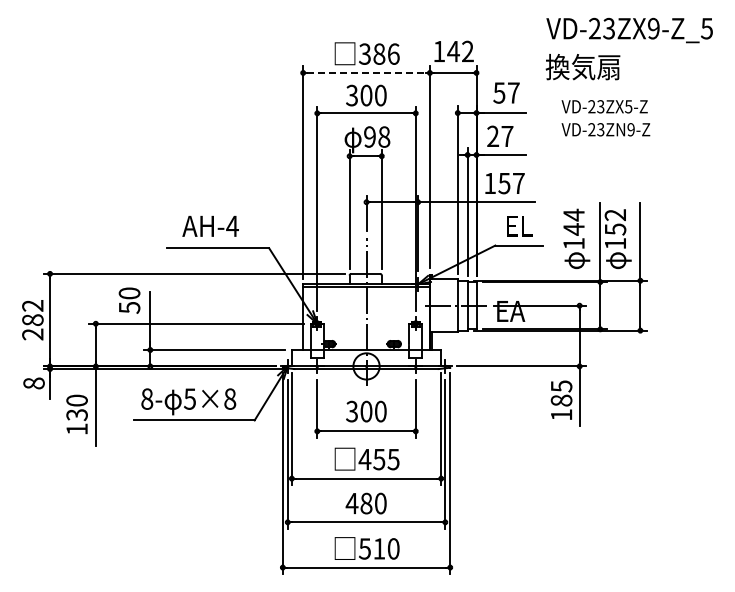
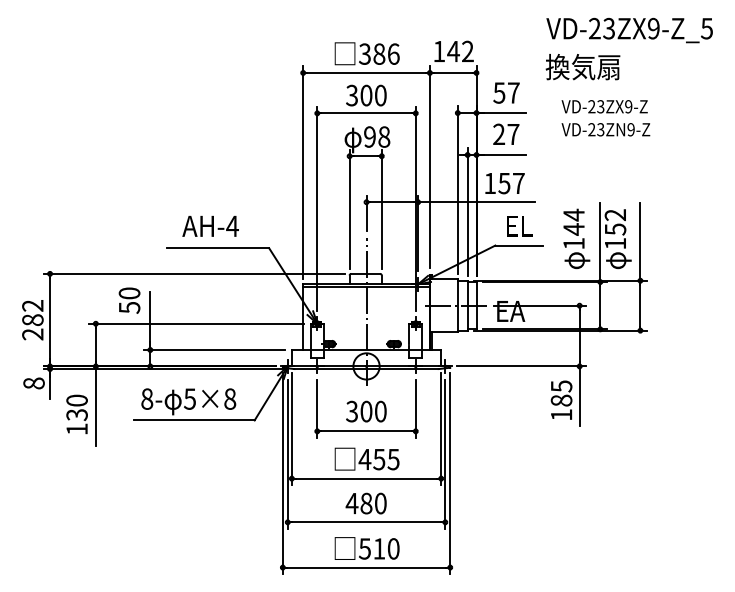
line at (367, 72): dashed -> solid
text at (628, 106): VD-23ZX5-Z -> VD-23ZX9-Z
text at (500, 135) position: (500, 135) -> (506, 133)
